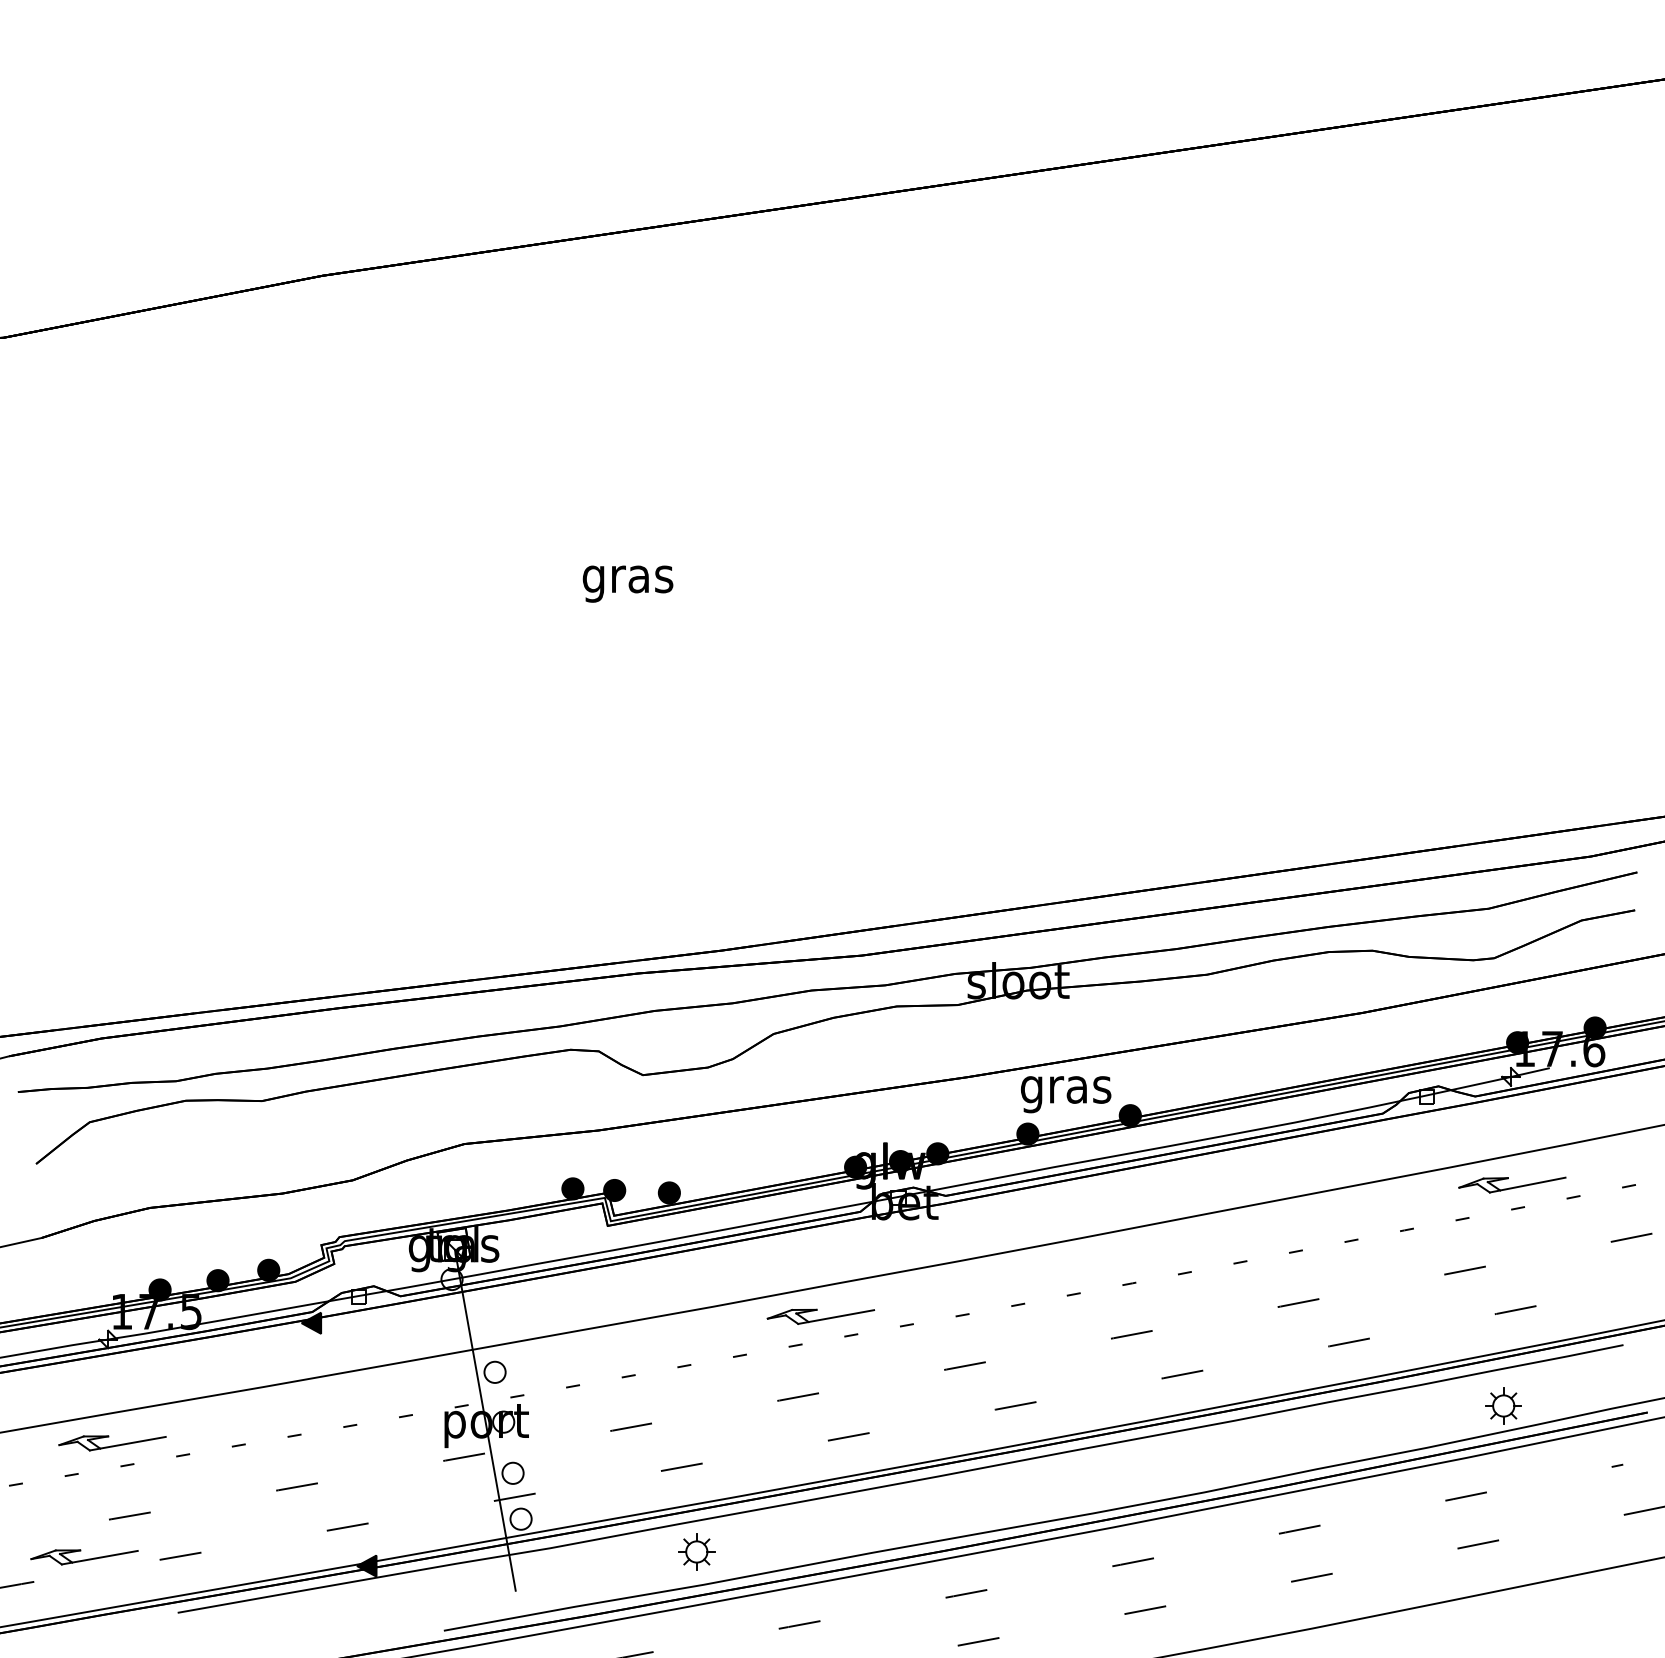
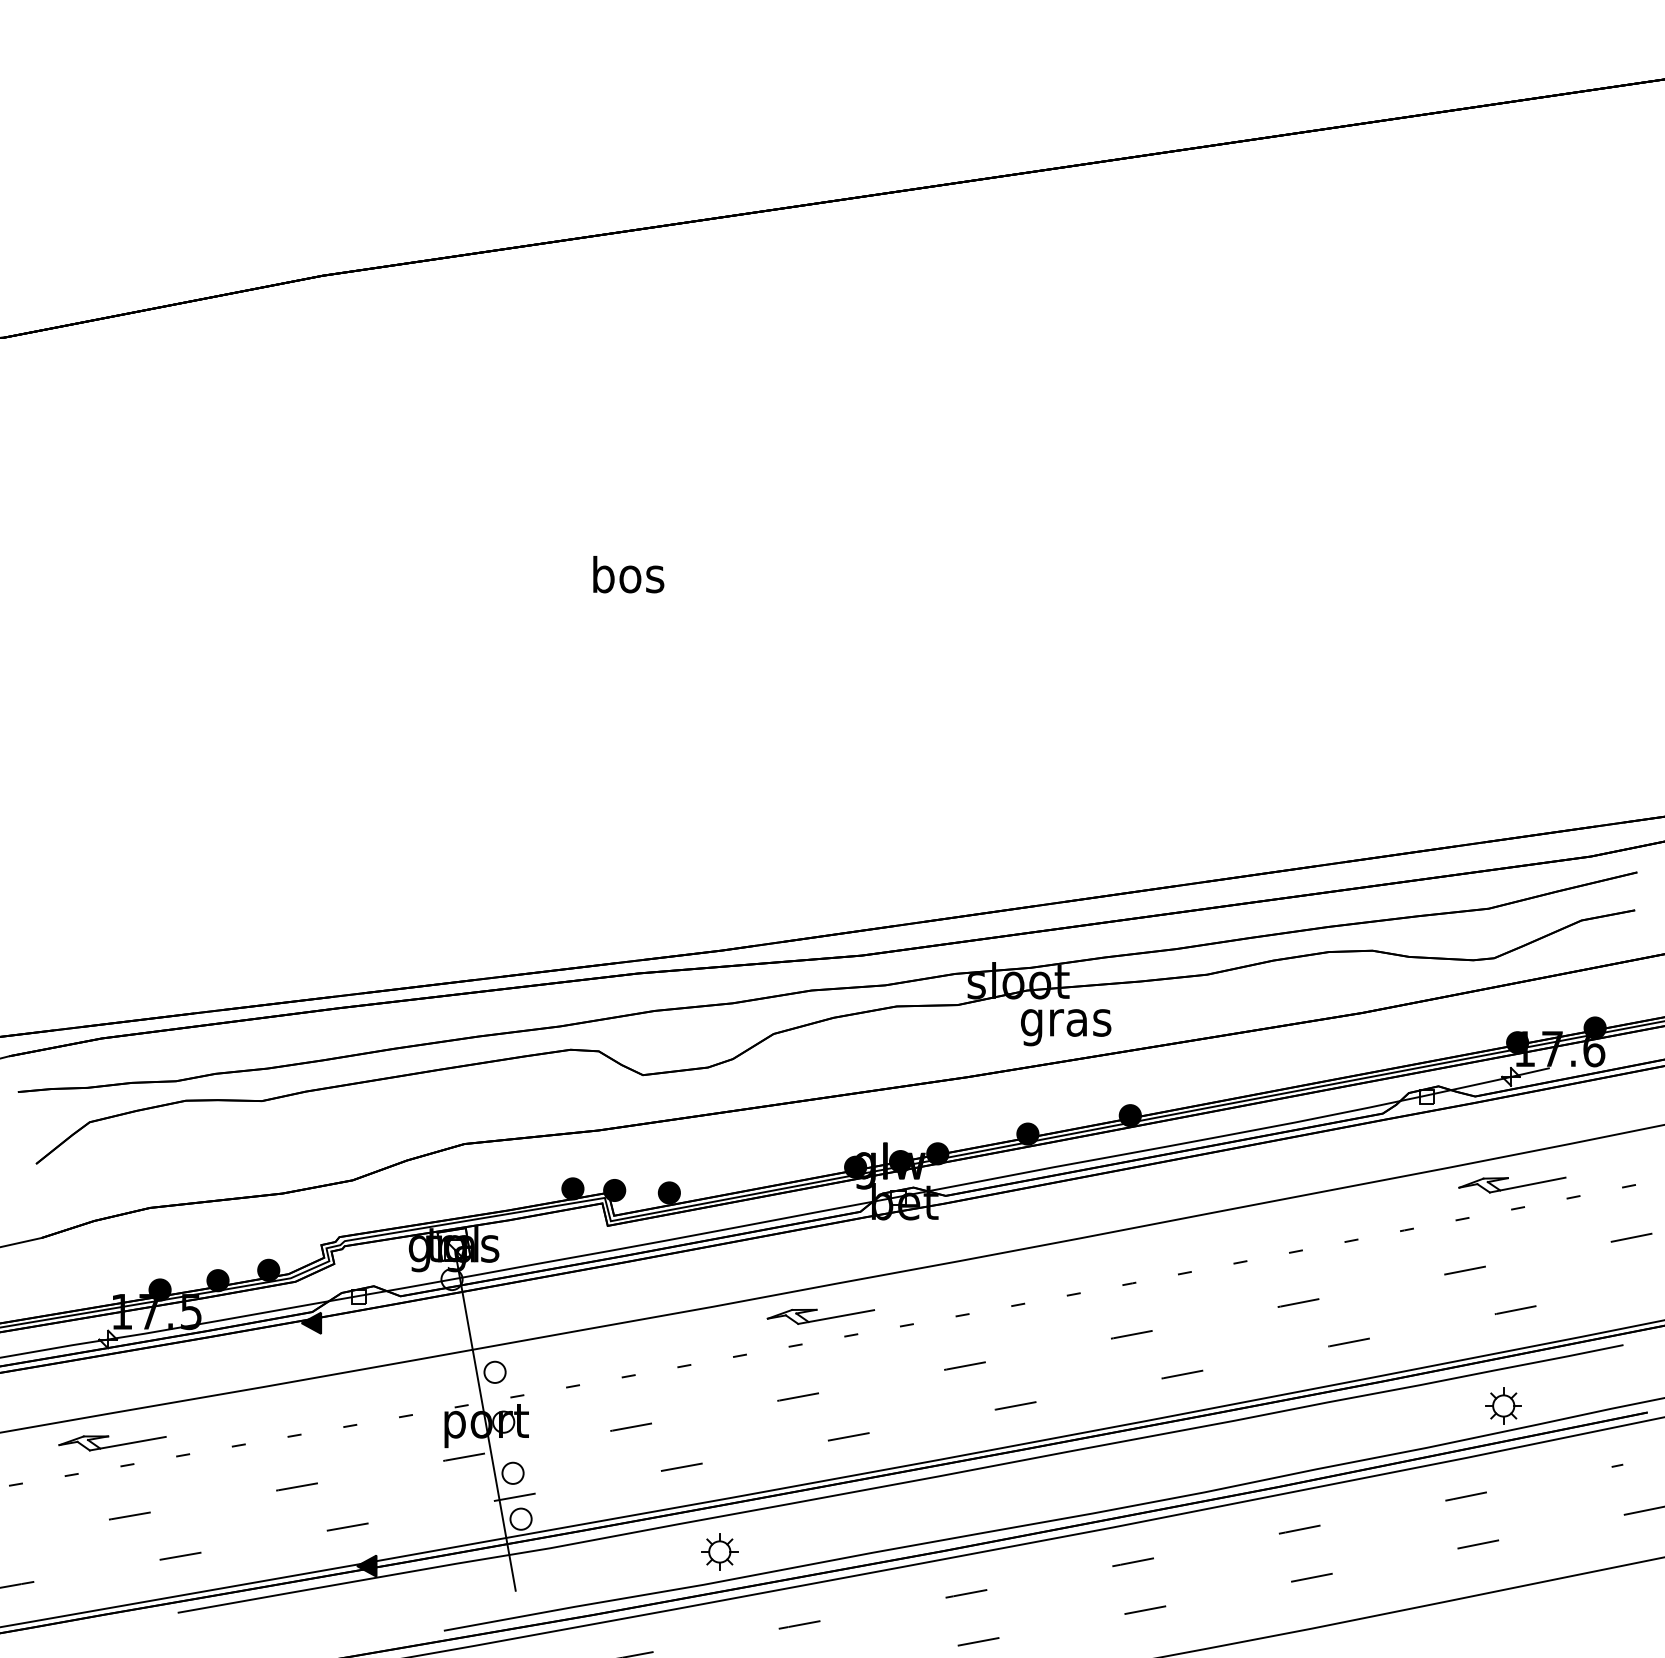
text at (627, 579): gras -> bos
text at (1066, 1094) position: (1066, 1094) -> (1066, 1027)
part at (696, 1551) position: (696, 1551) -> (719, 1551)
part at (84, 1557): present -> none
